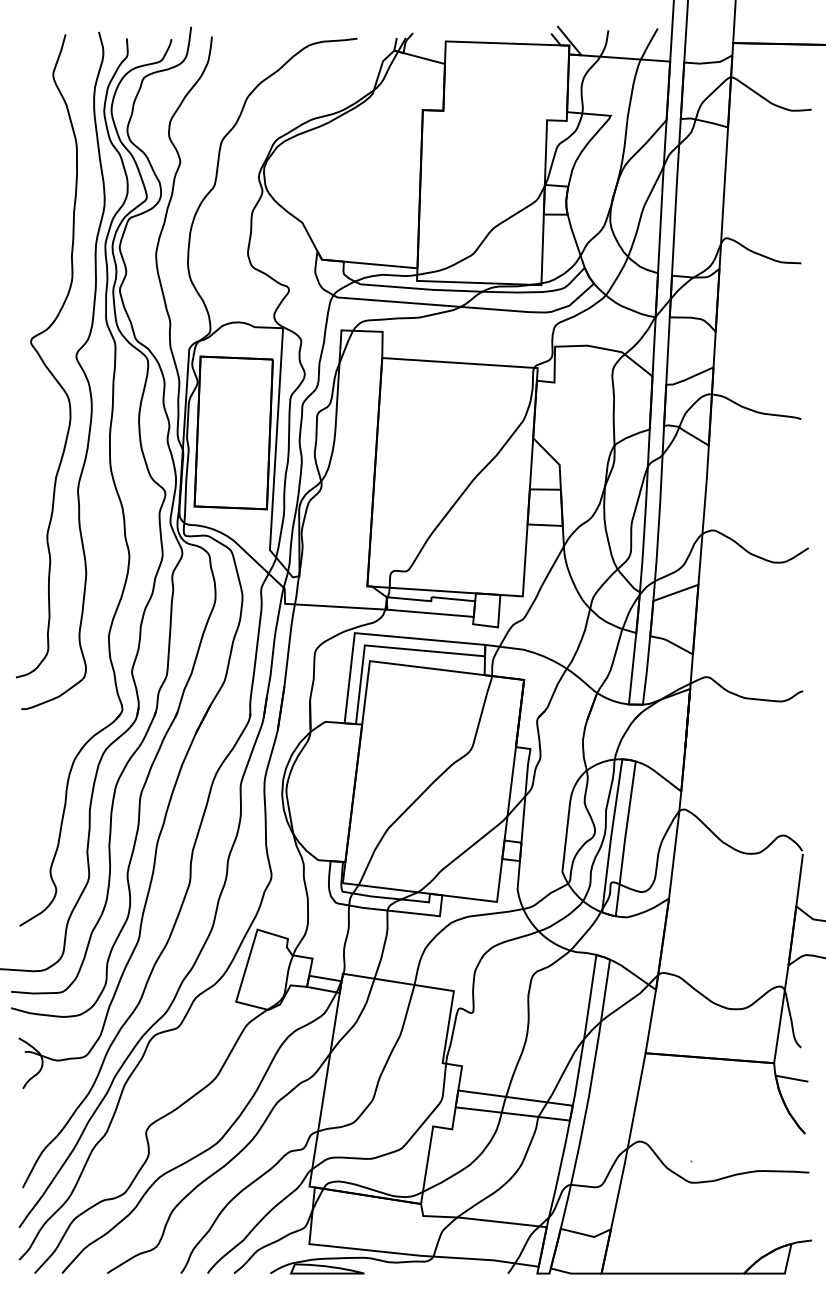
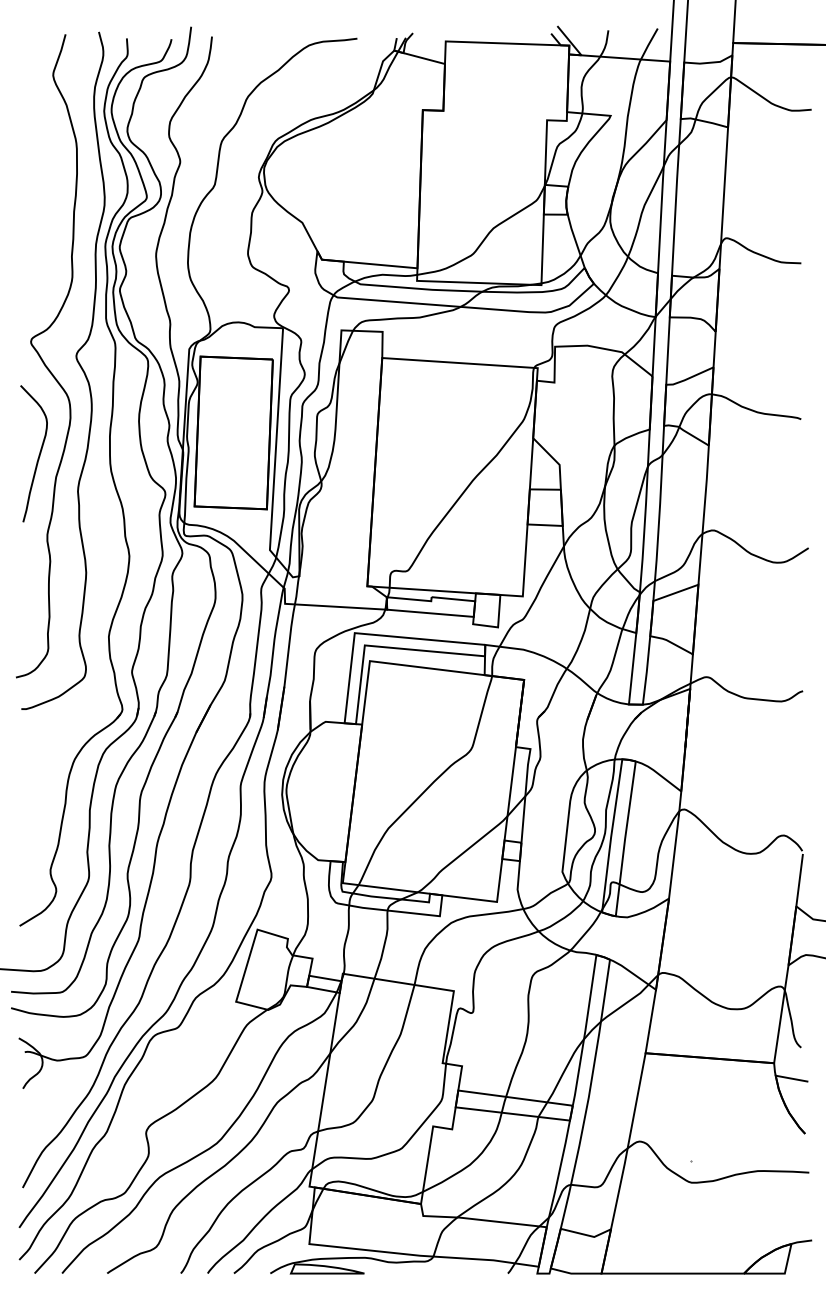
curve at (38, 455): none -> present
